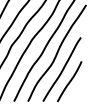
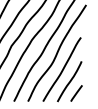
line at (76, 93): none -> present
